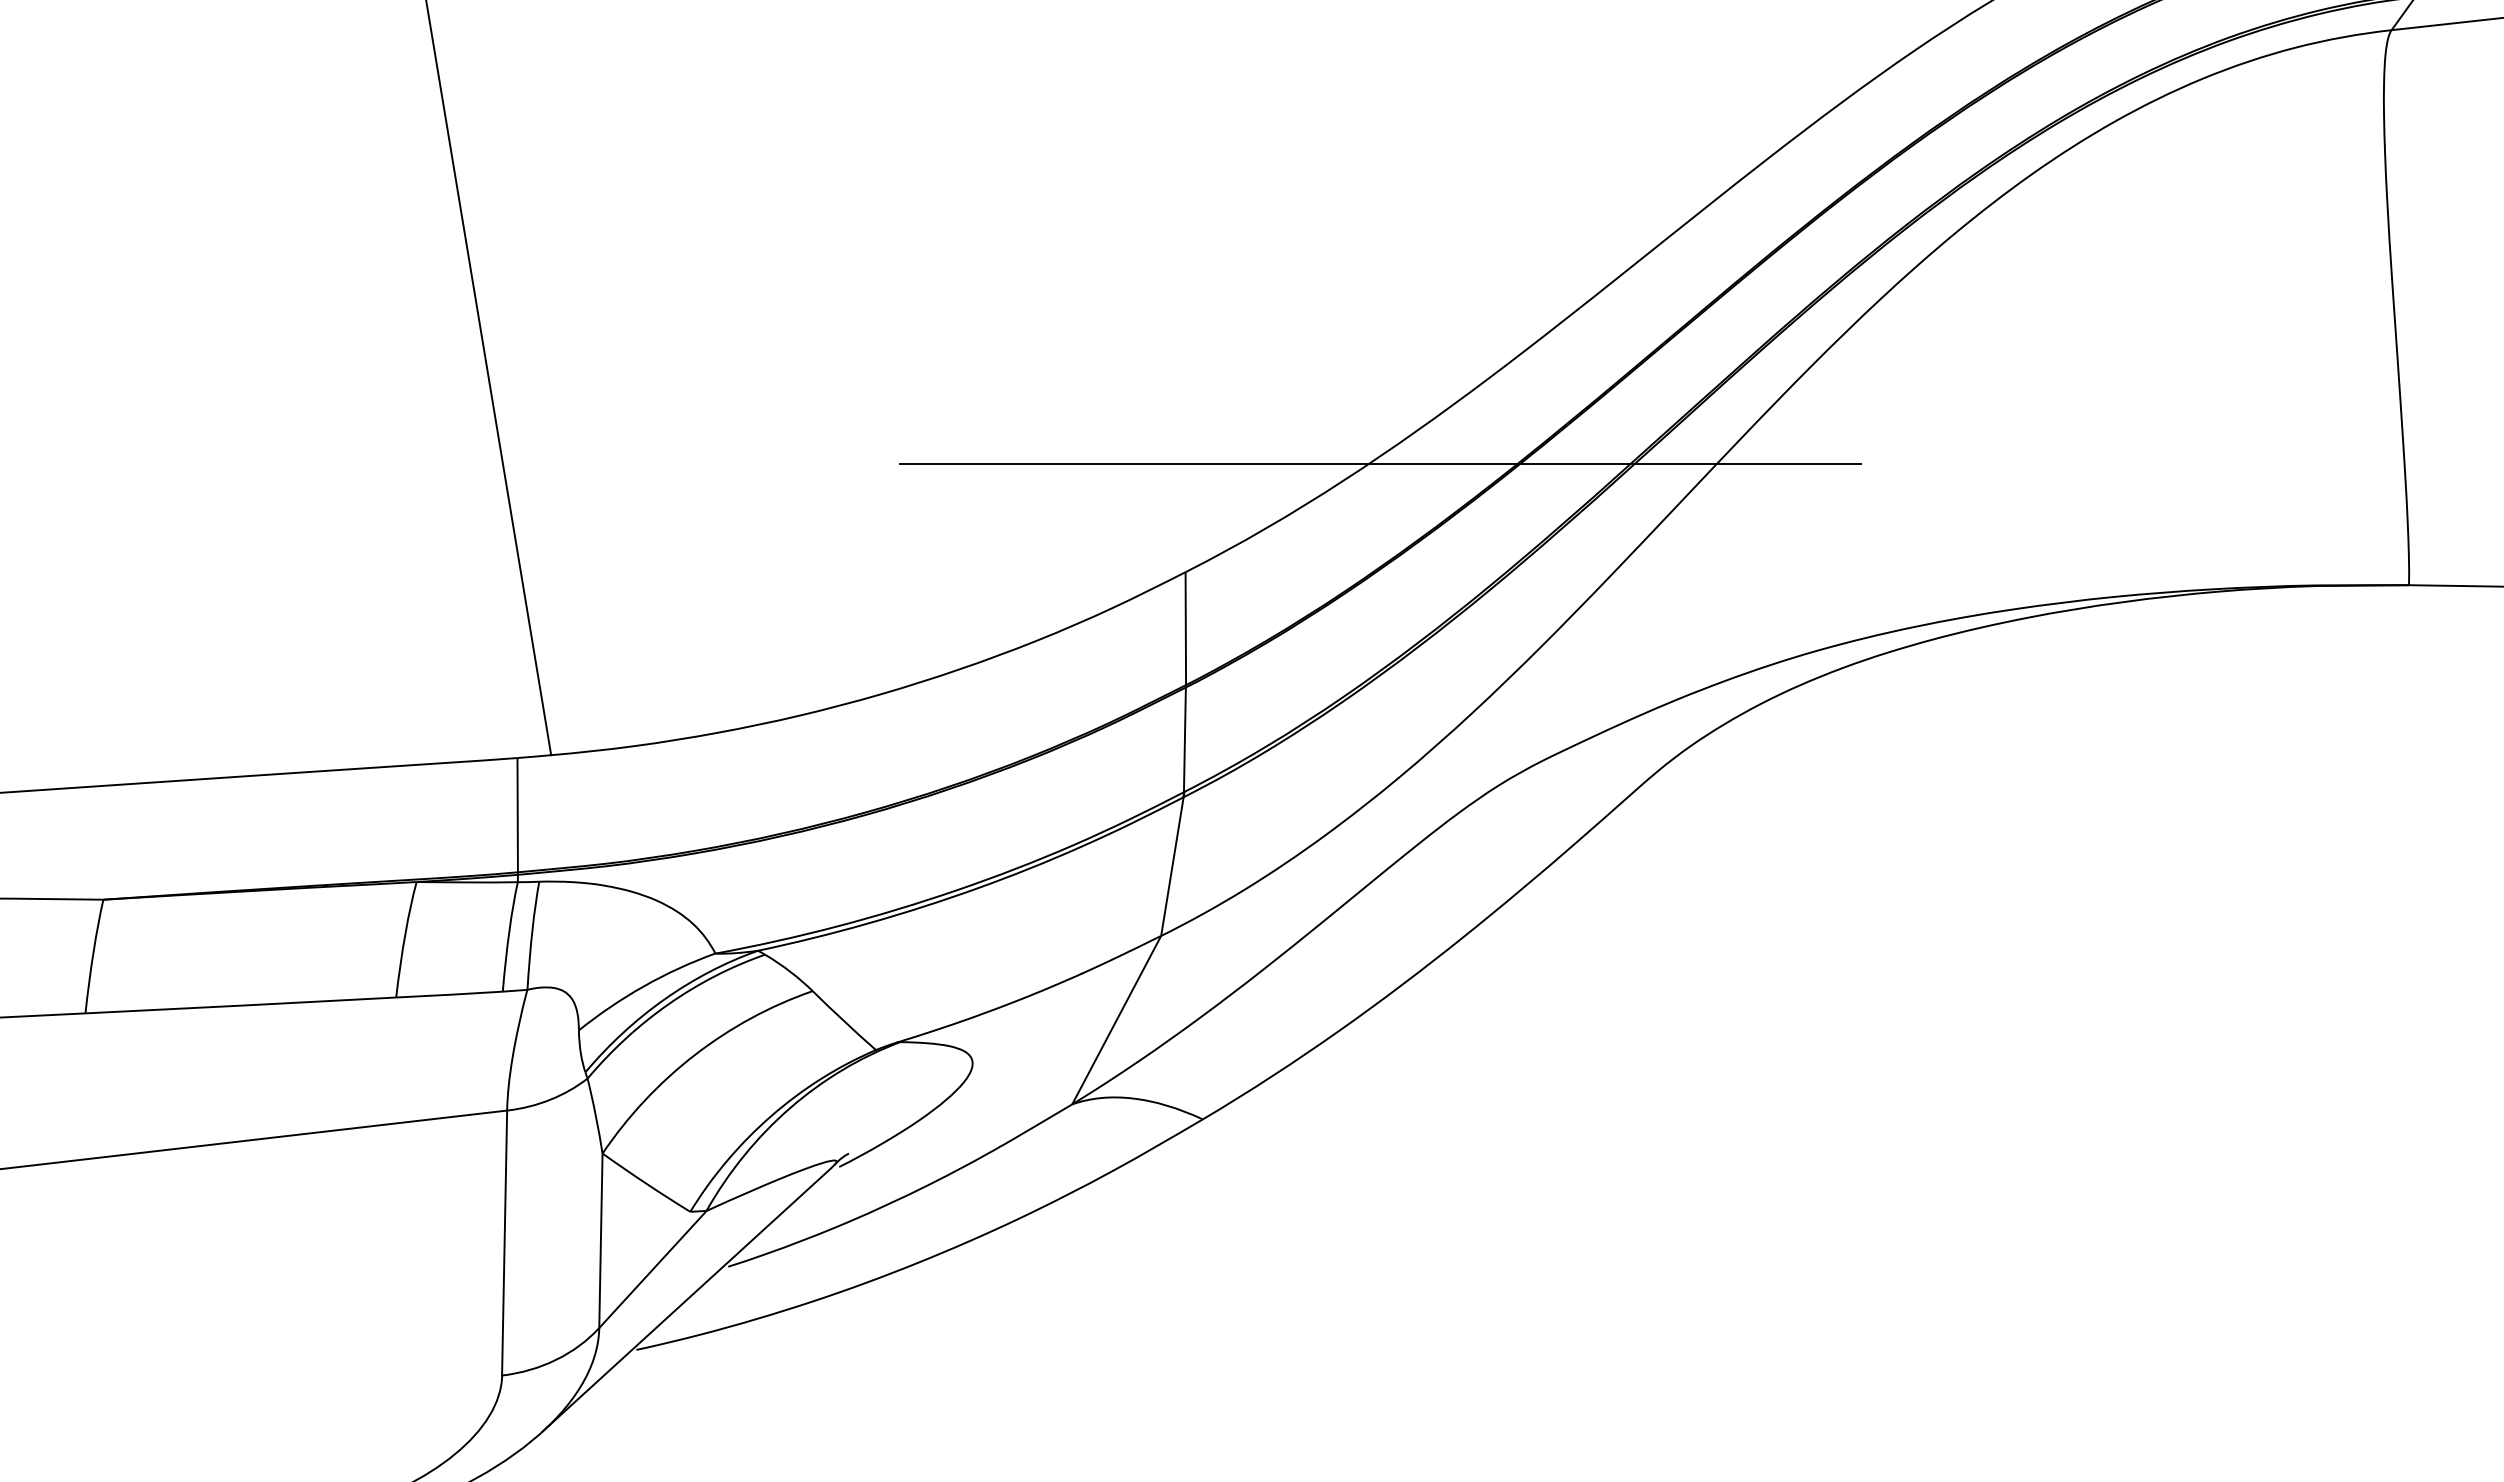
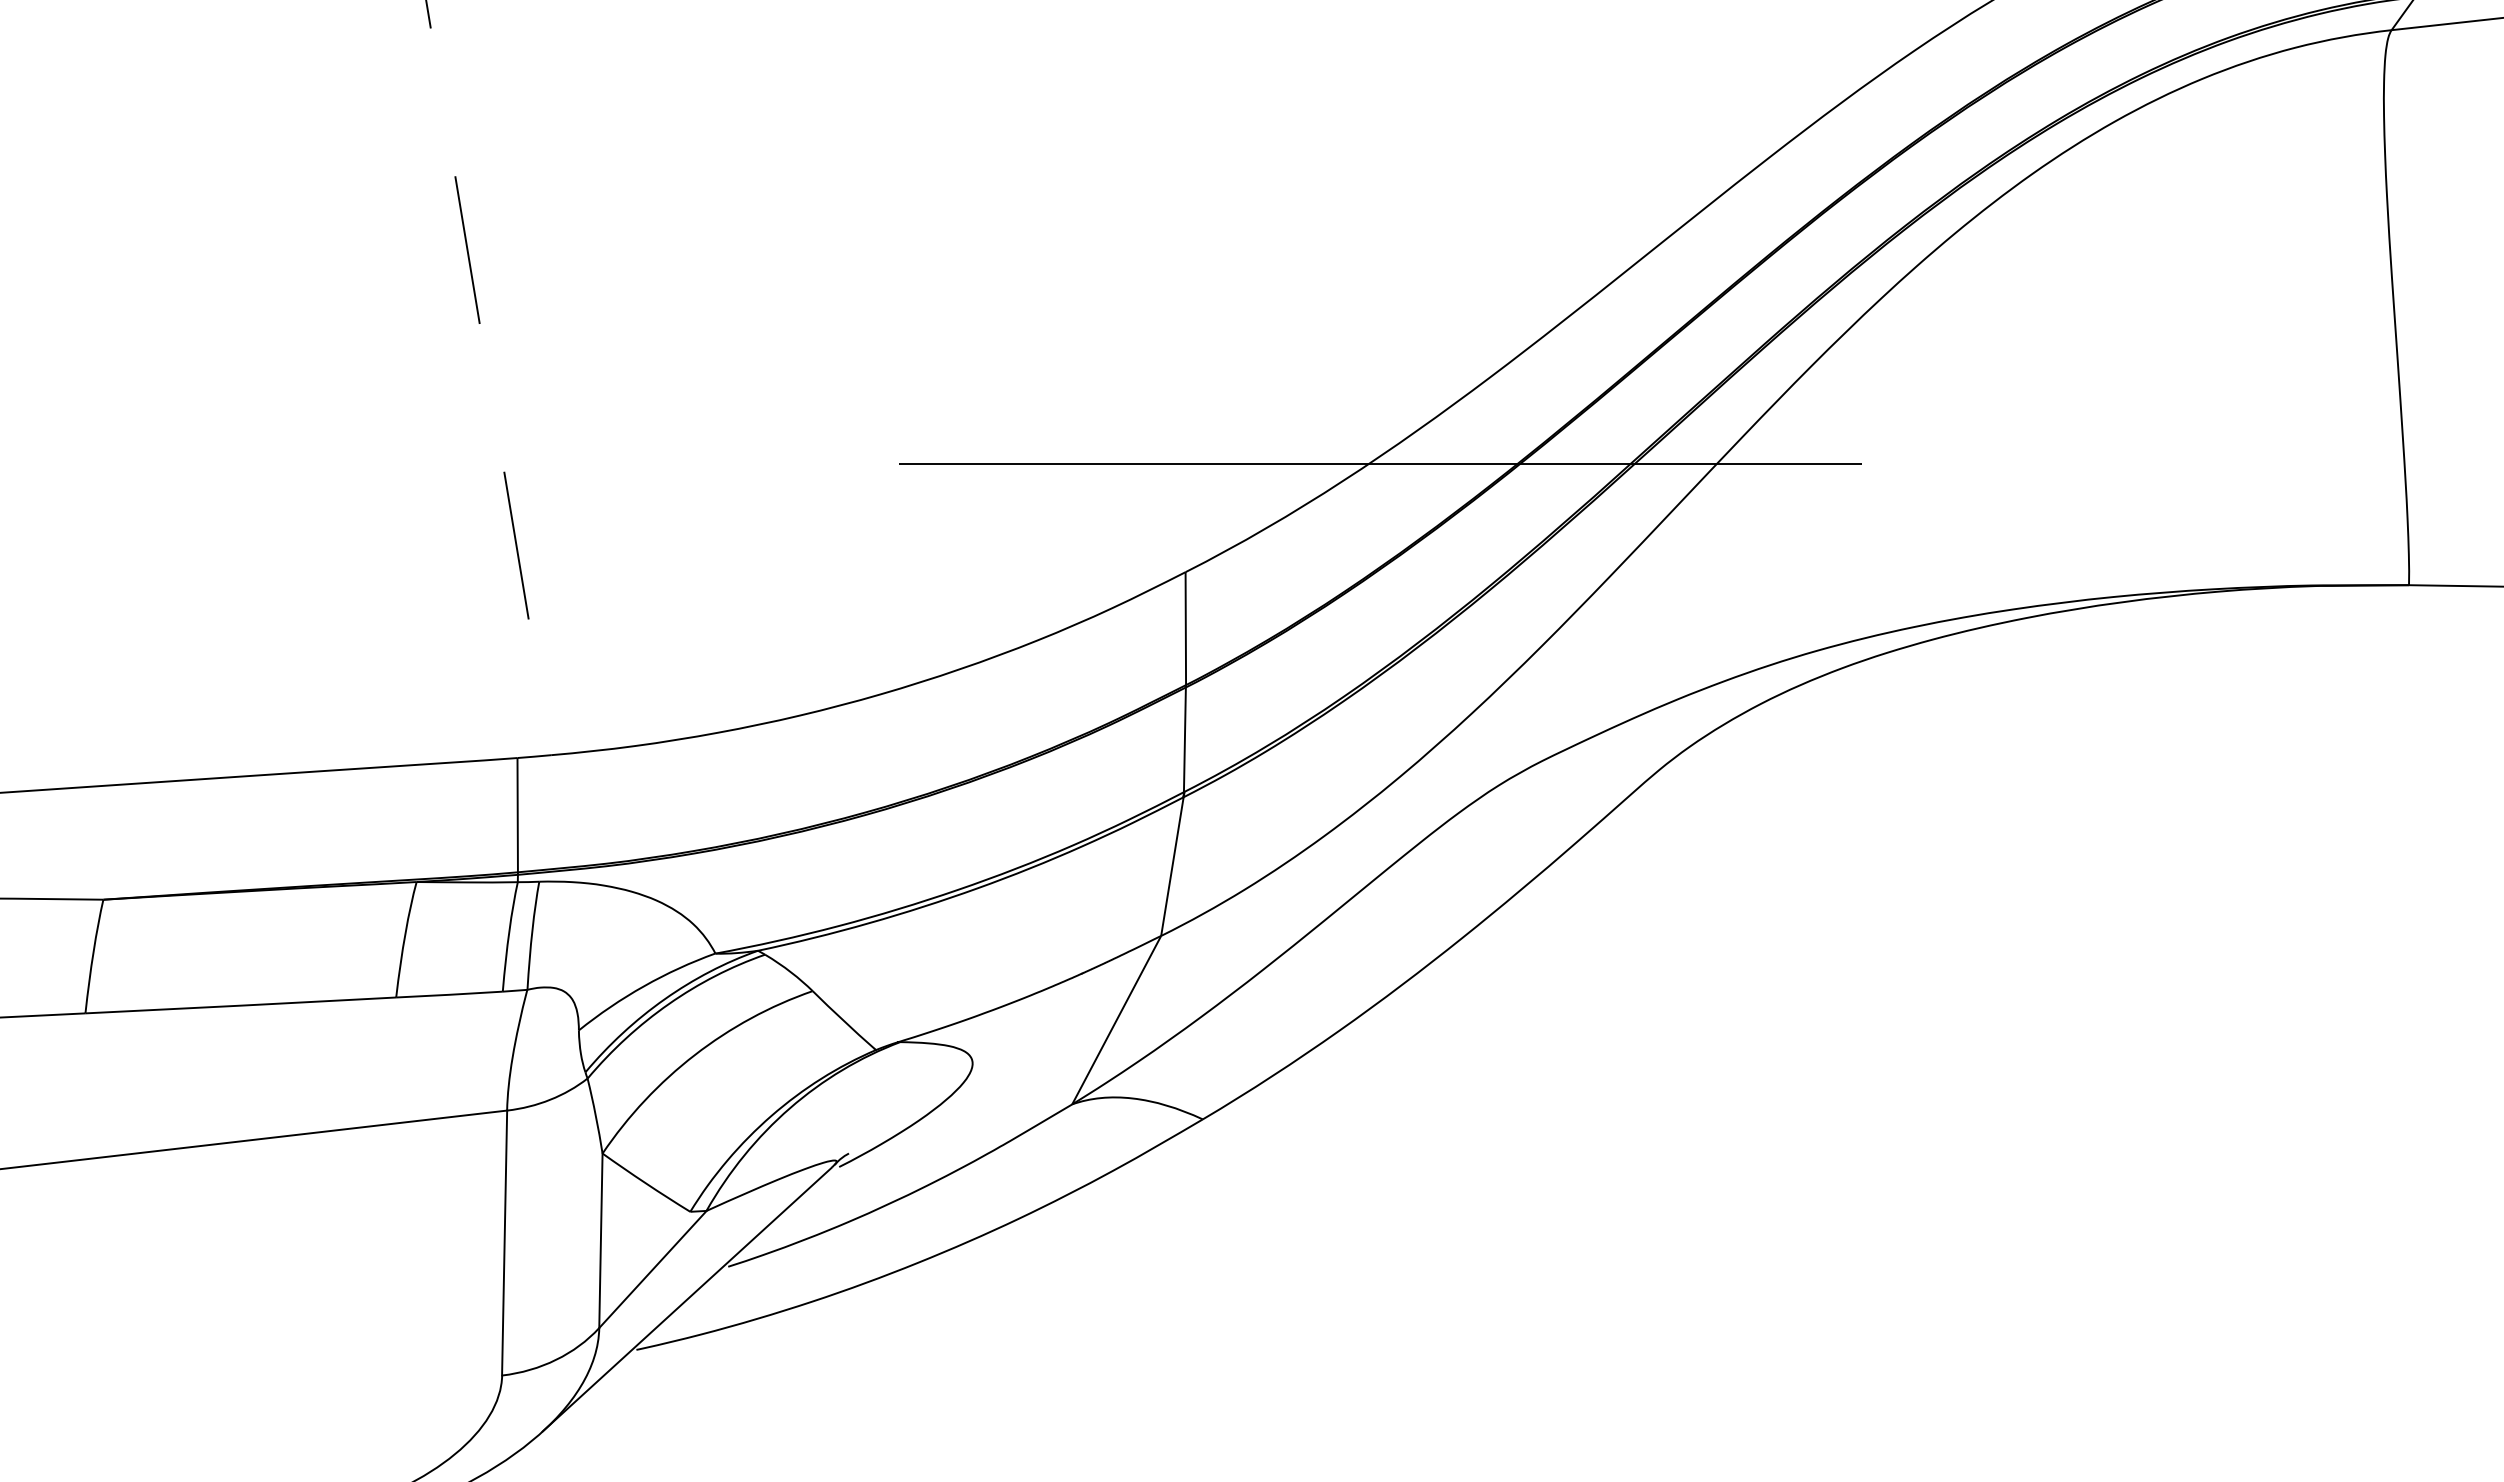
line at (488, 378): solid -> dashed
